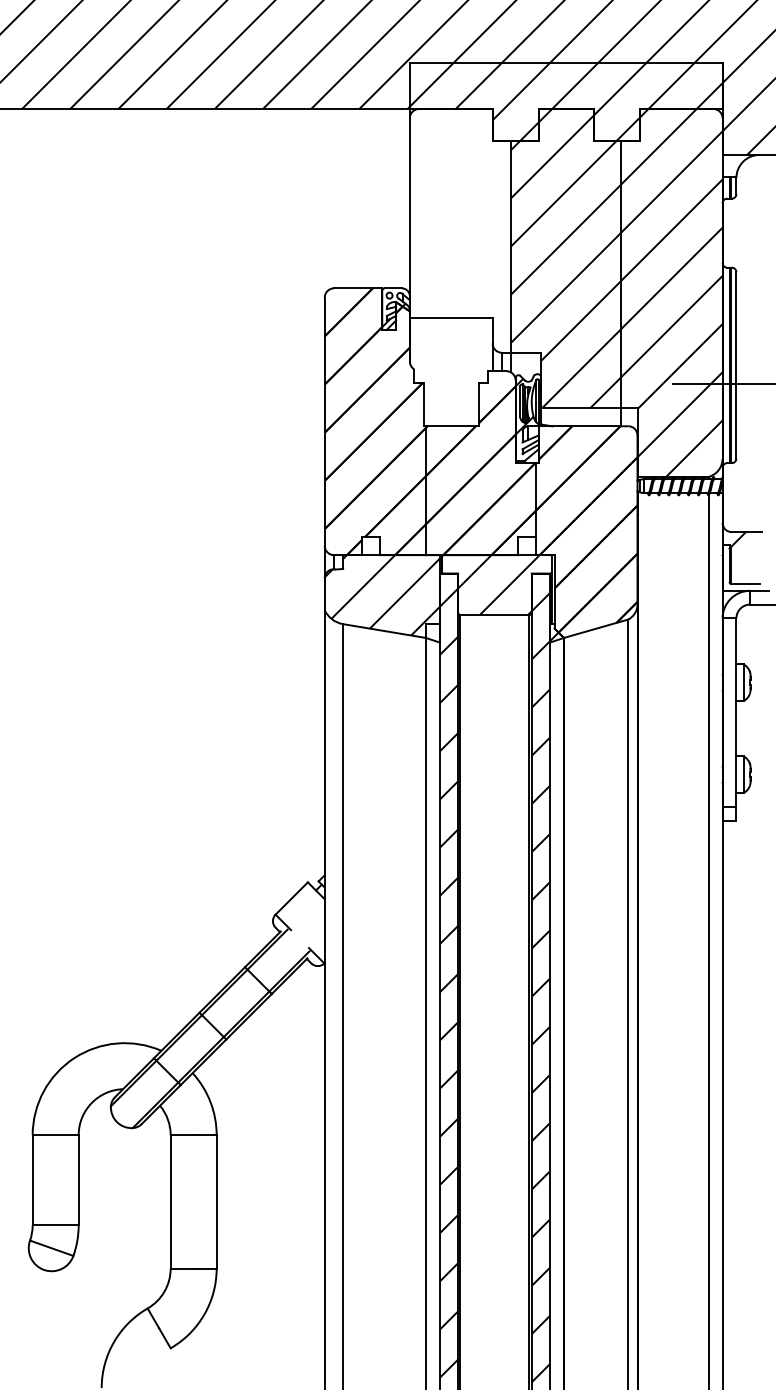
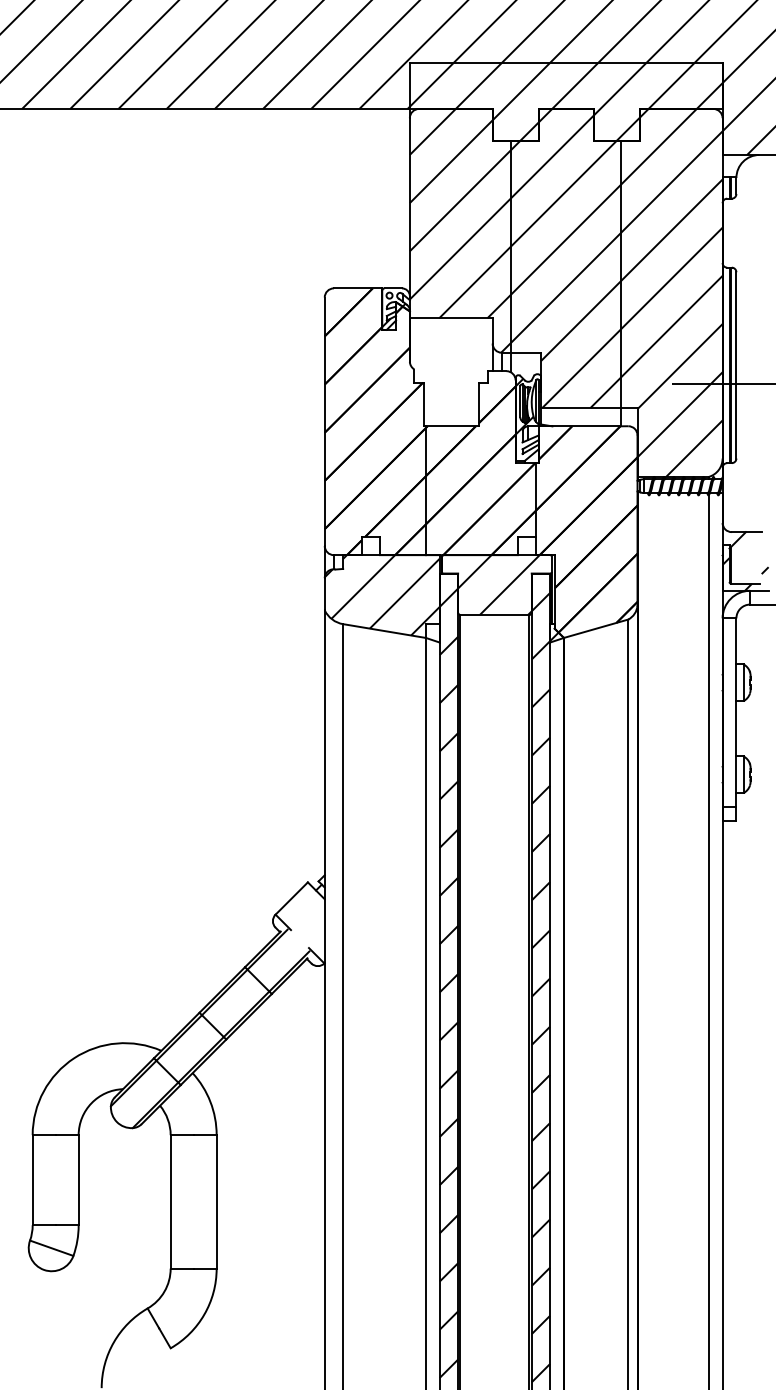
hatch at (460, 230): none -> present
hatch at (745, 574): none -> present
